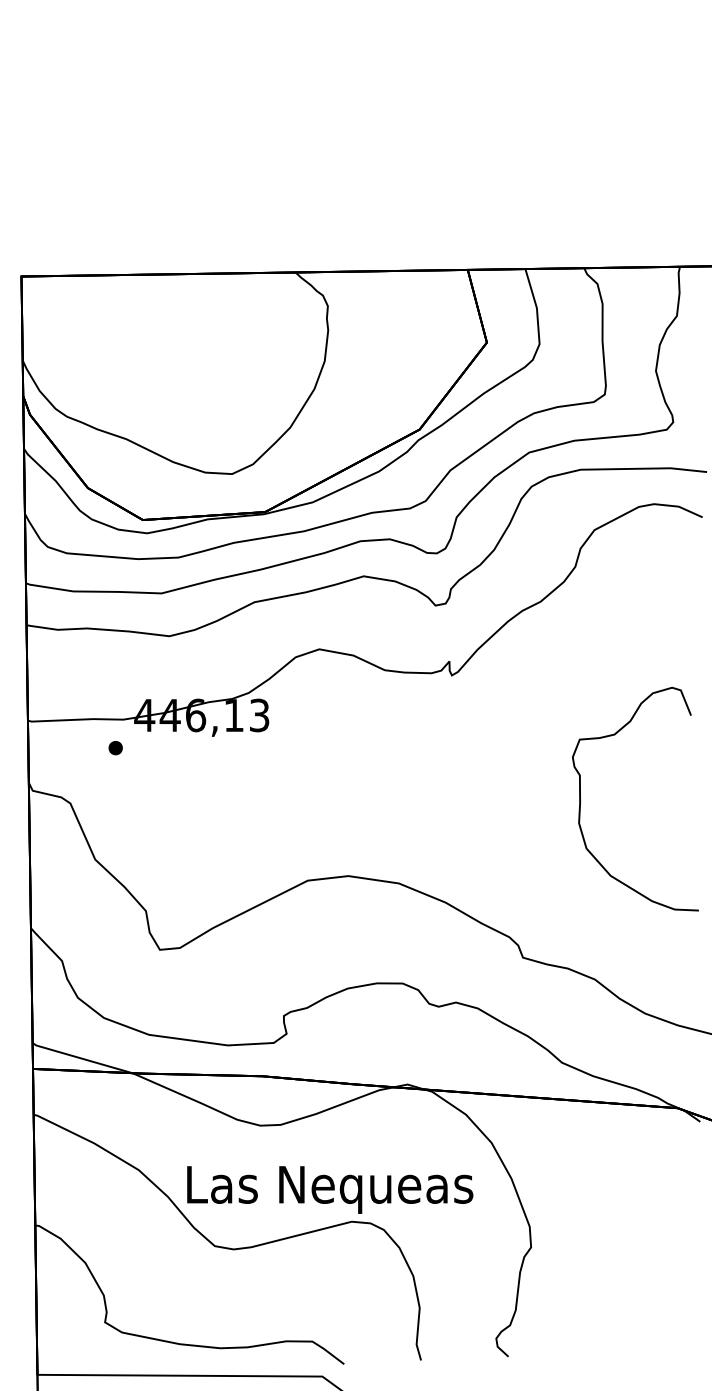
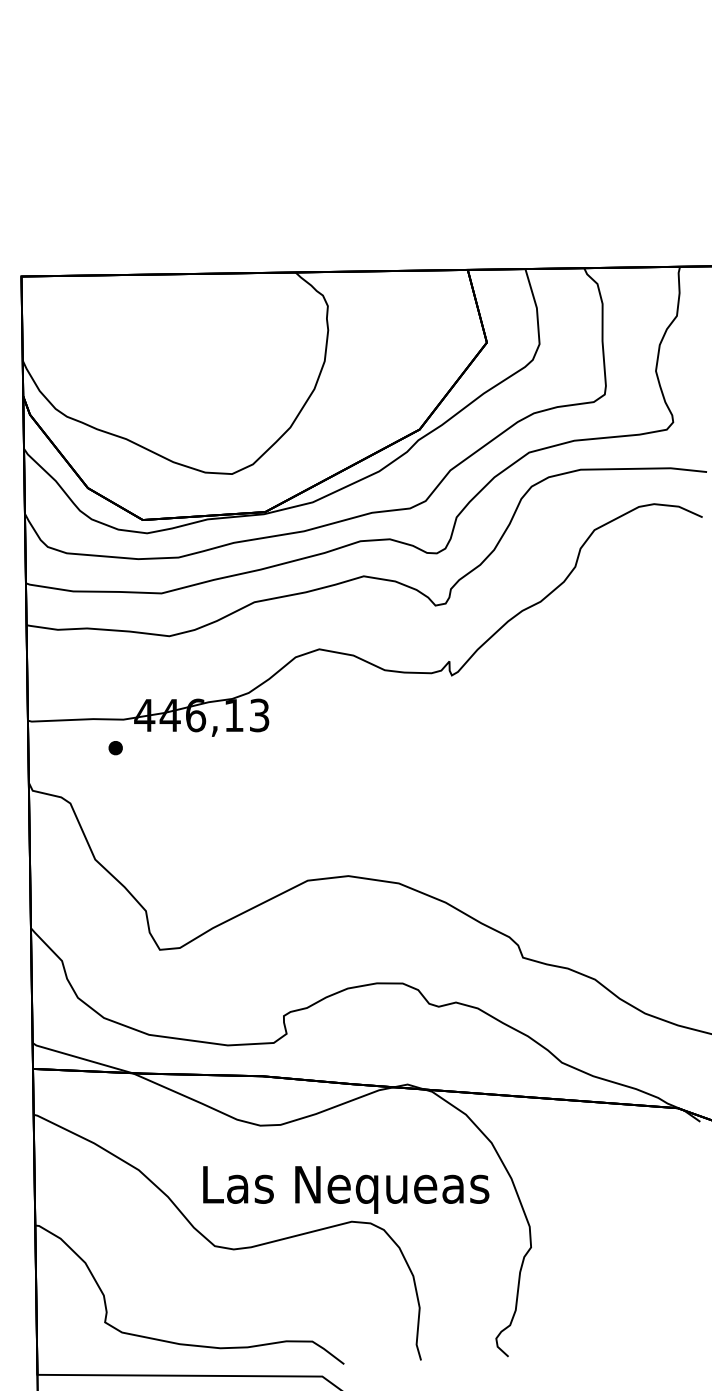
curve at (580, 798): present -> none
text at (330, 1189) position: (330, 1189) -> (346, 1189)
